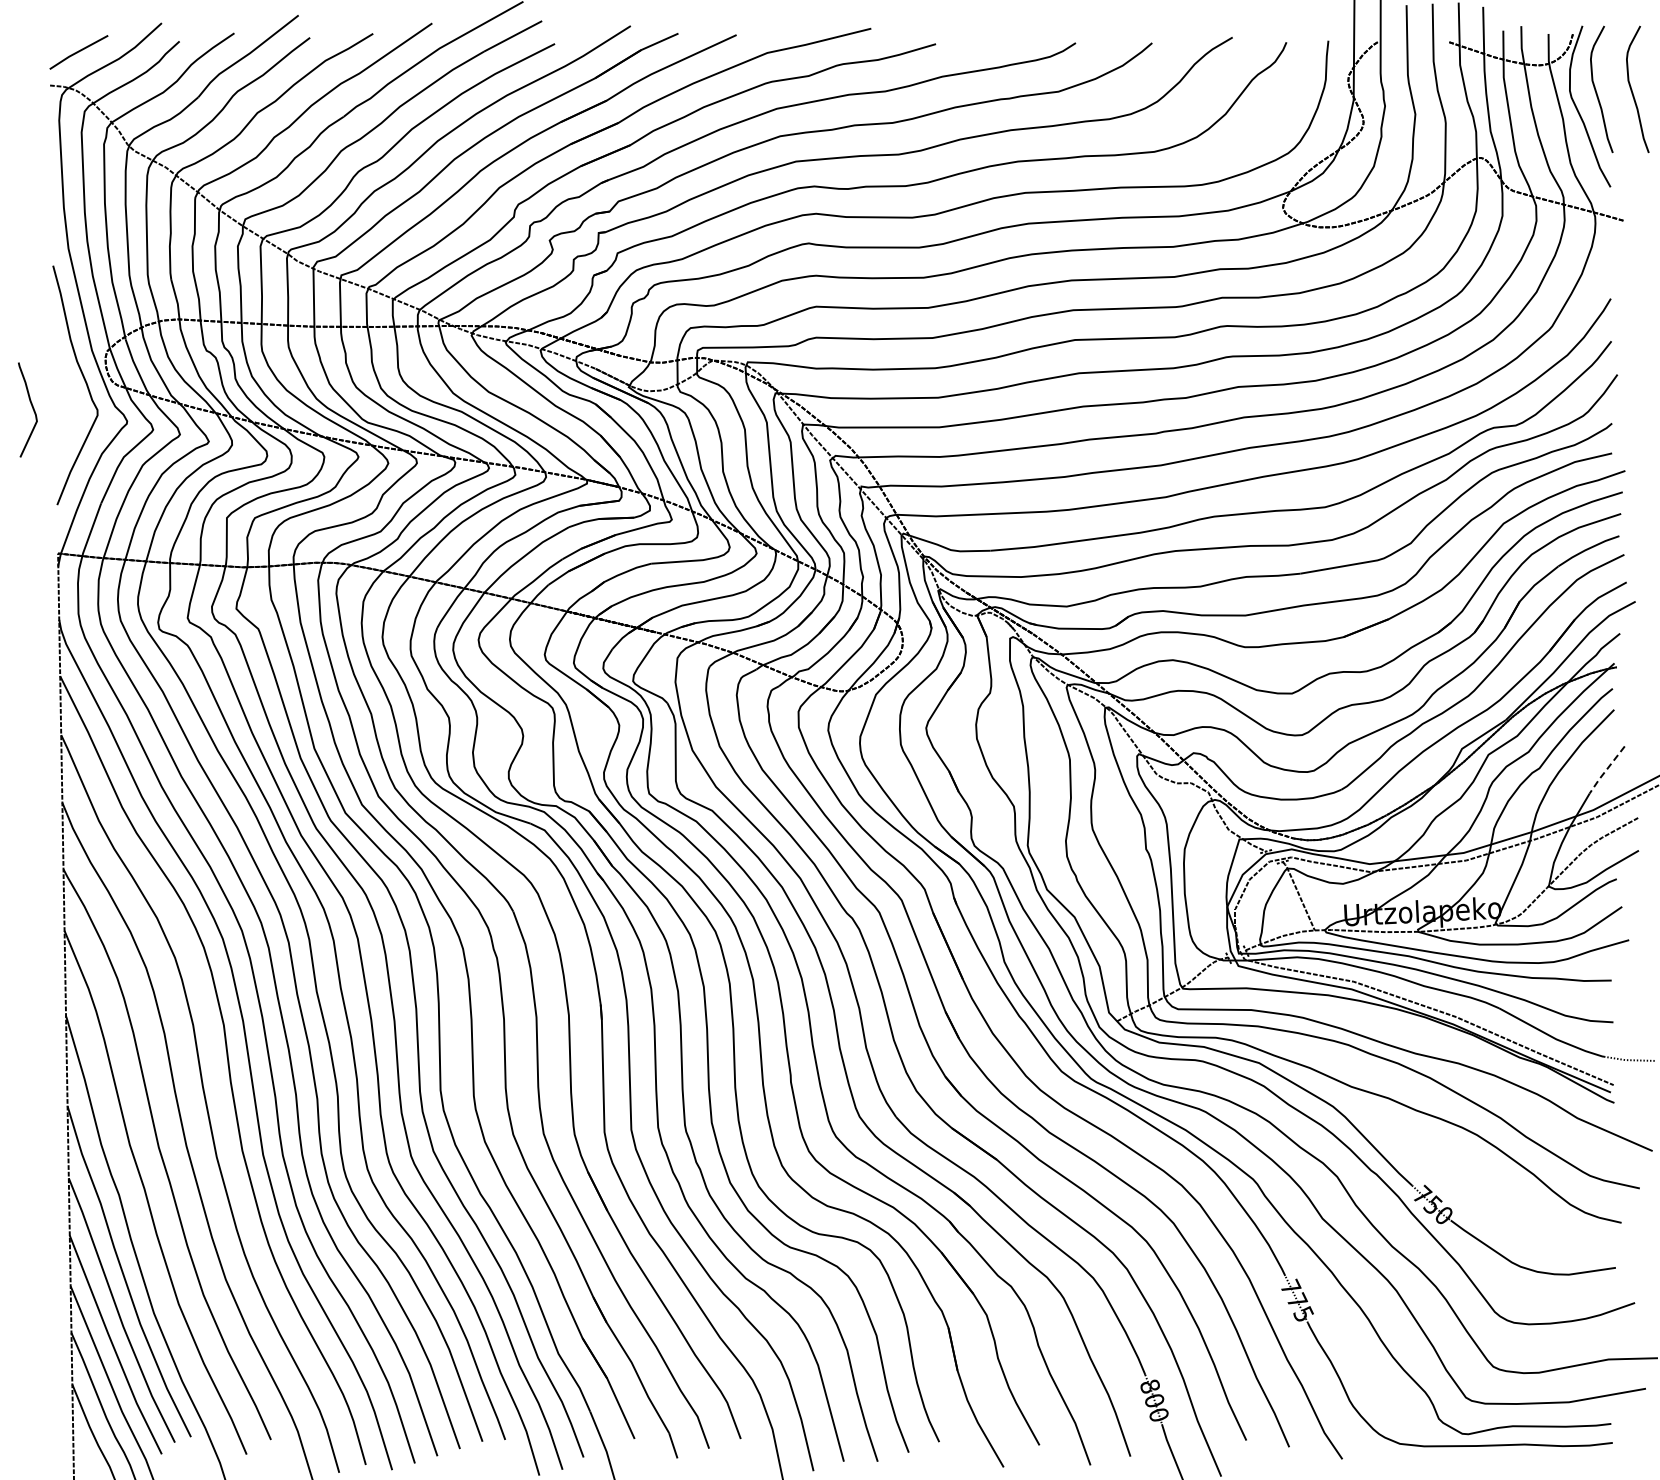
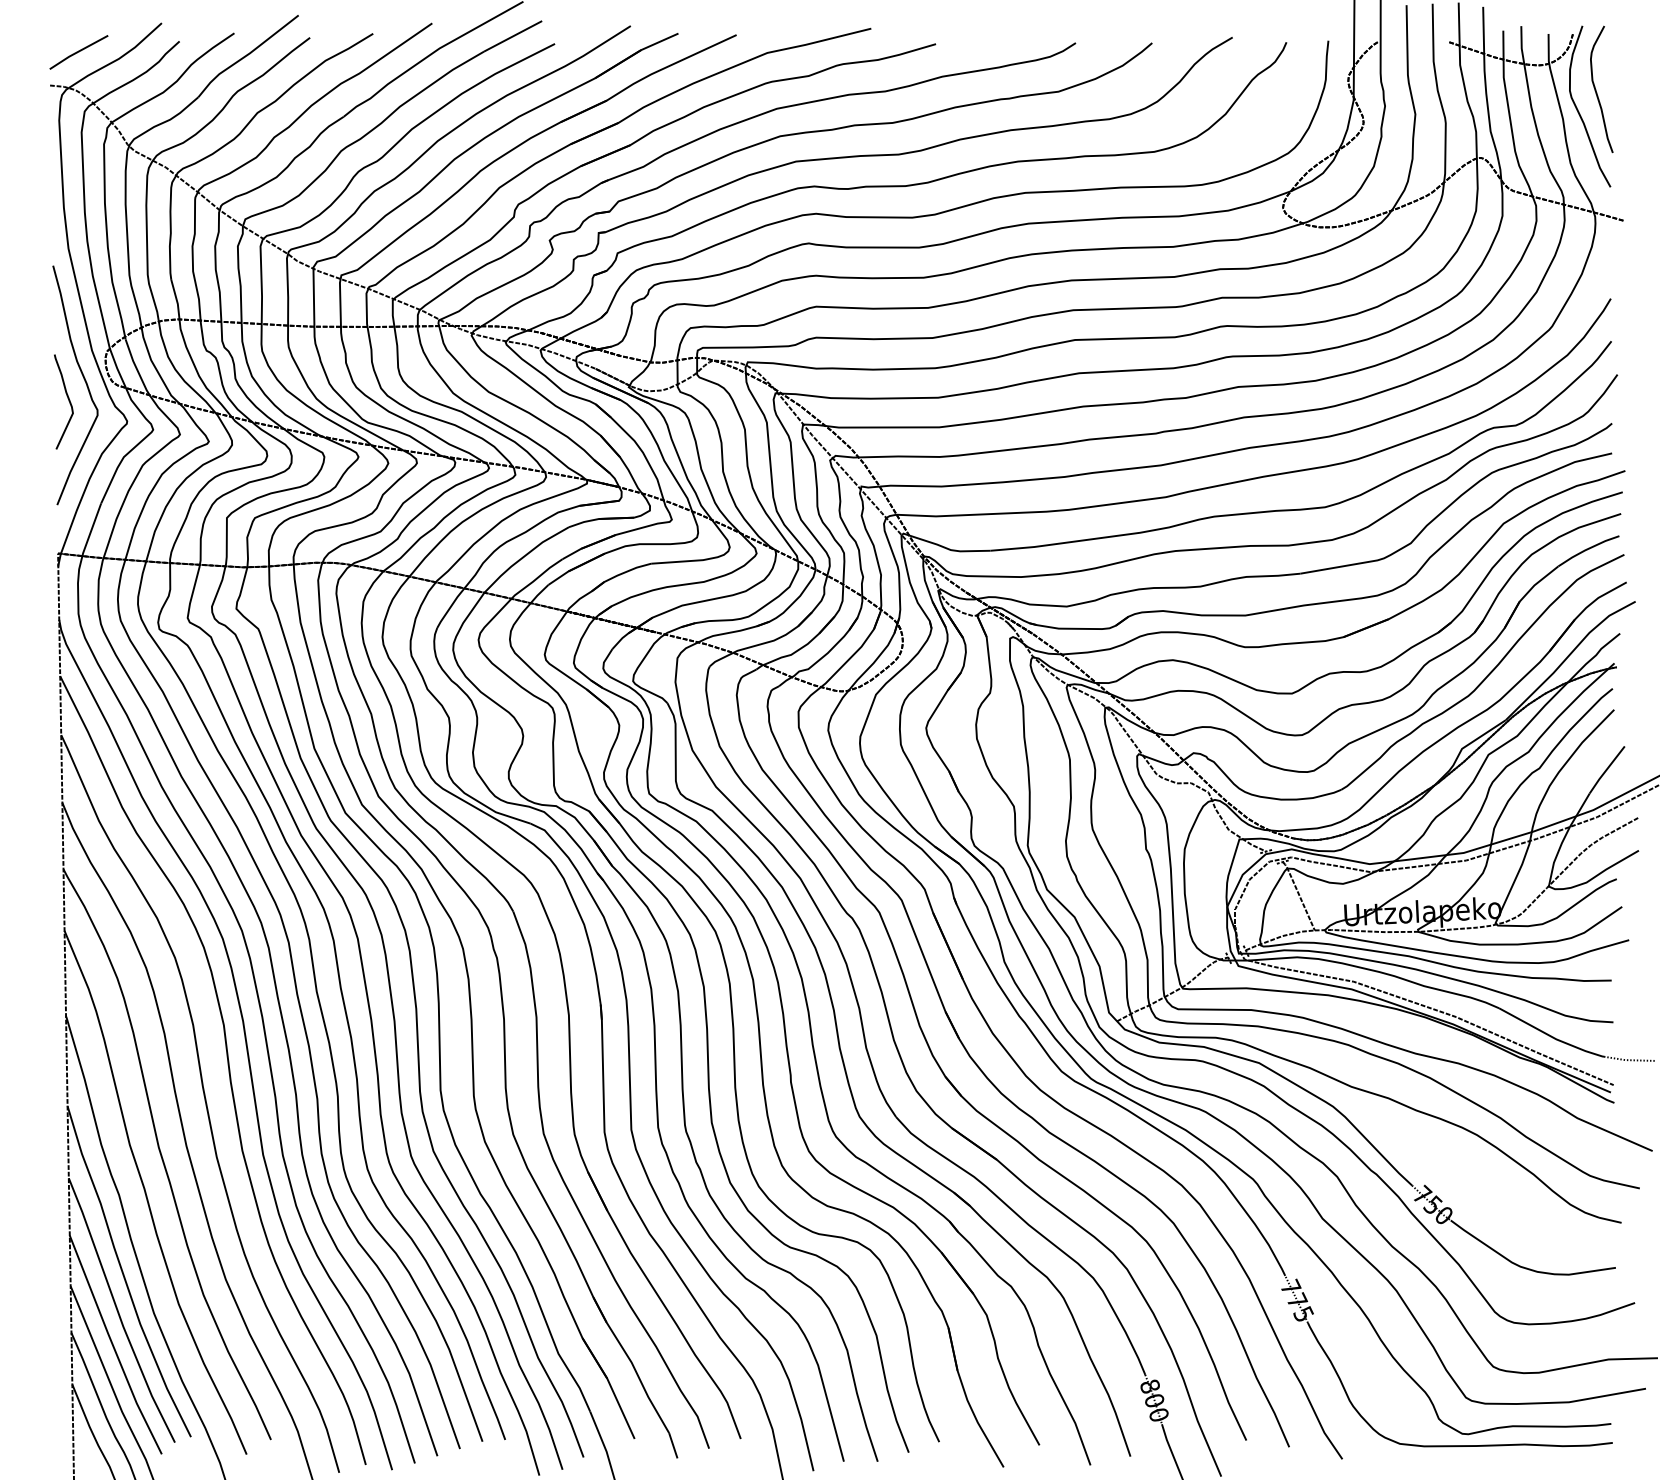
curve at (1632, 89): present -> none
curve at (31, 406) position: (31, 406) -> (67, 398)
line at (1605, 770): dashed -> solid
